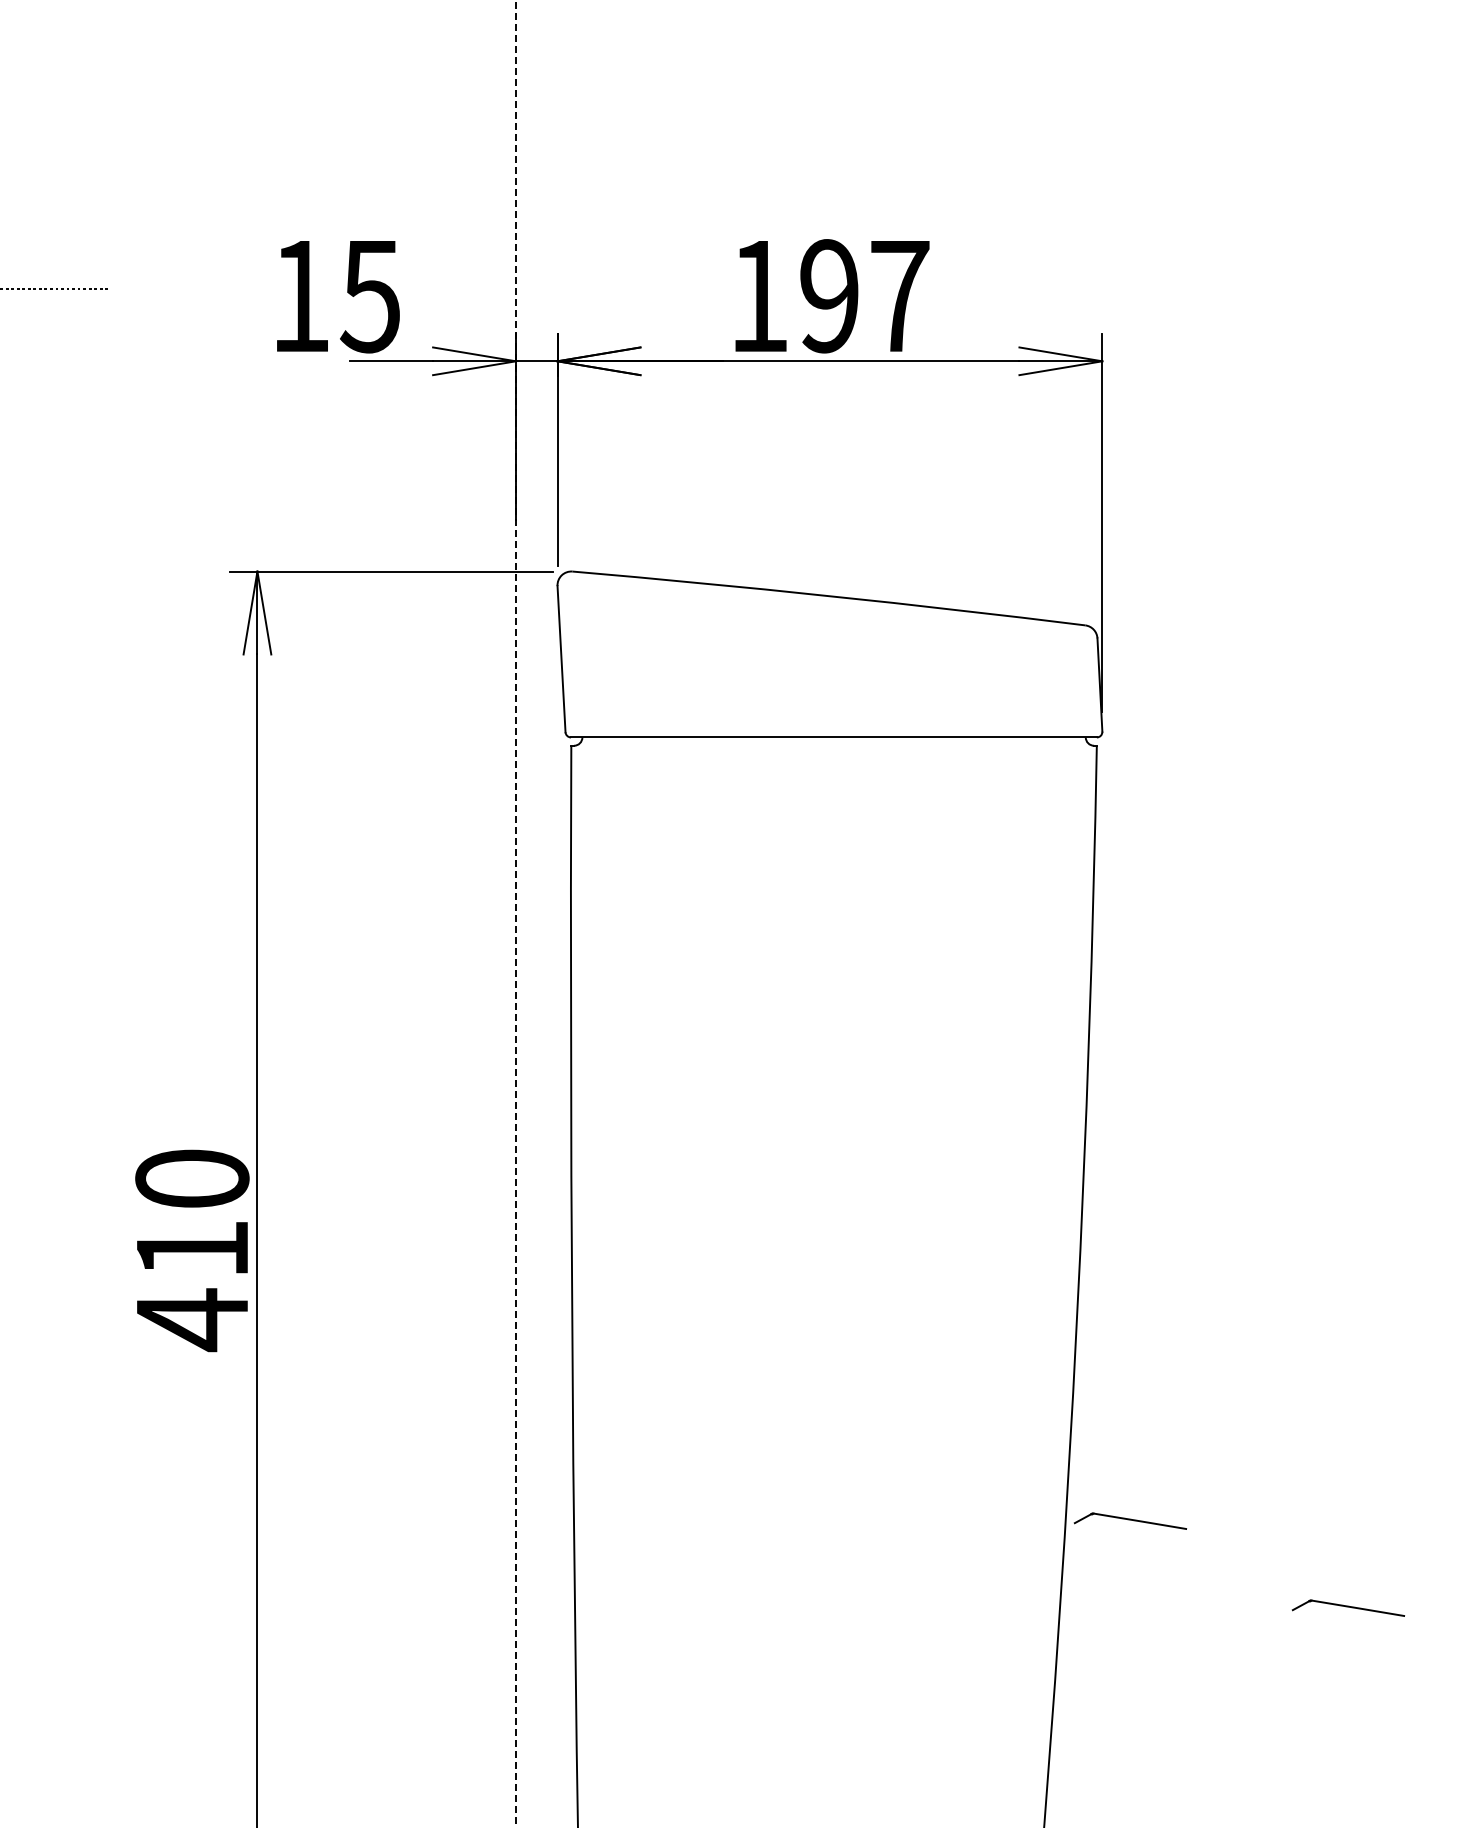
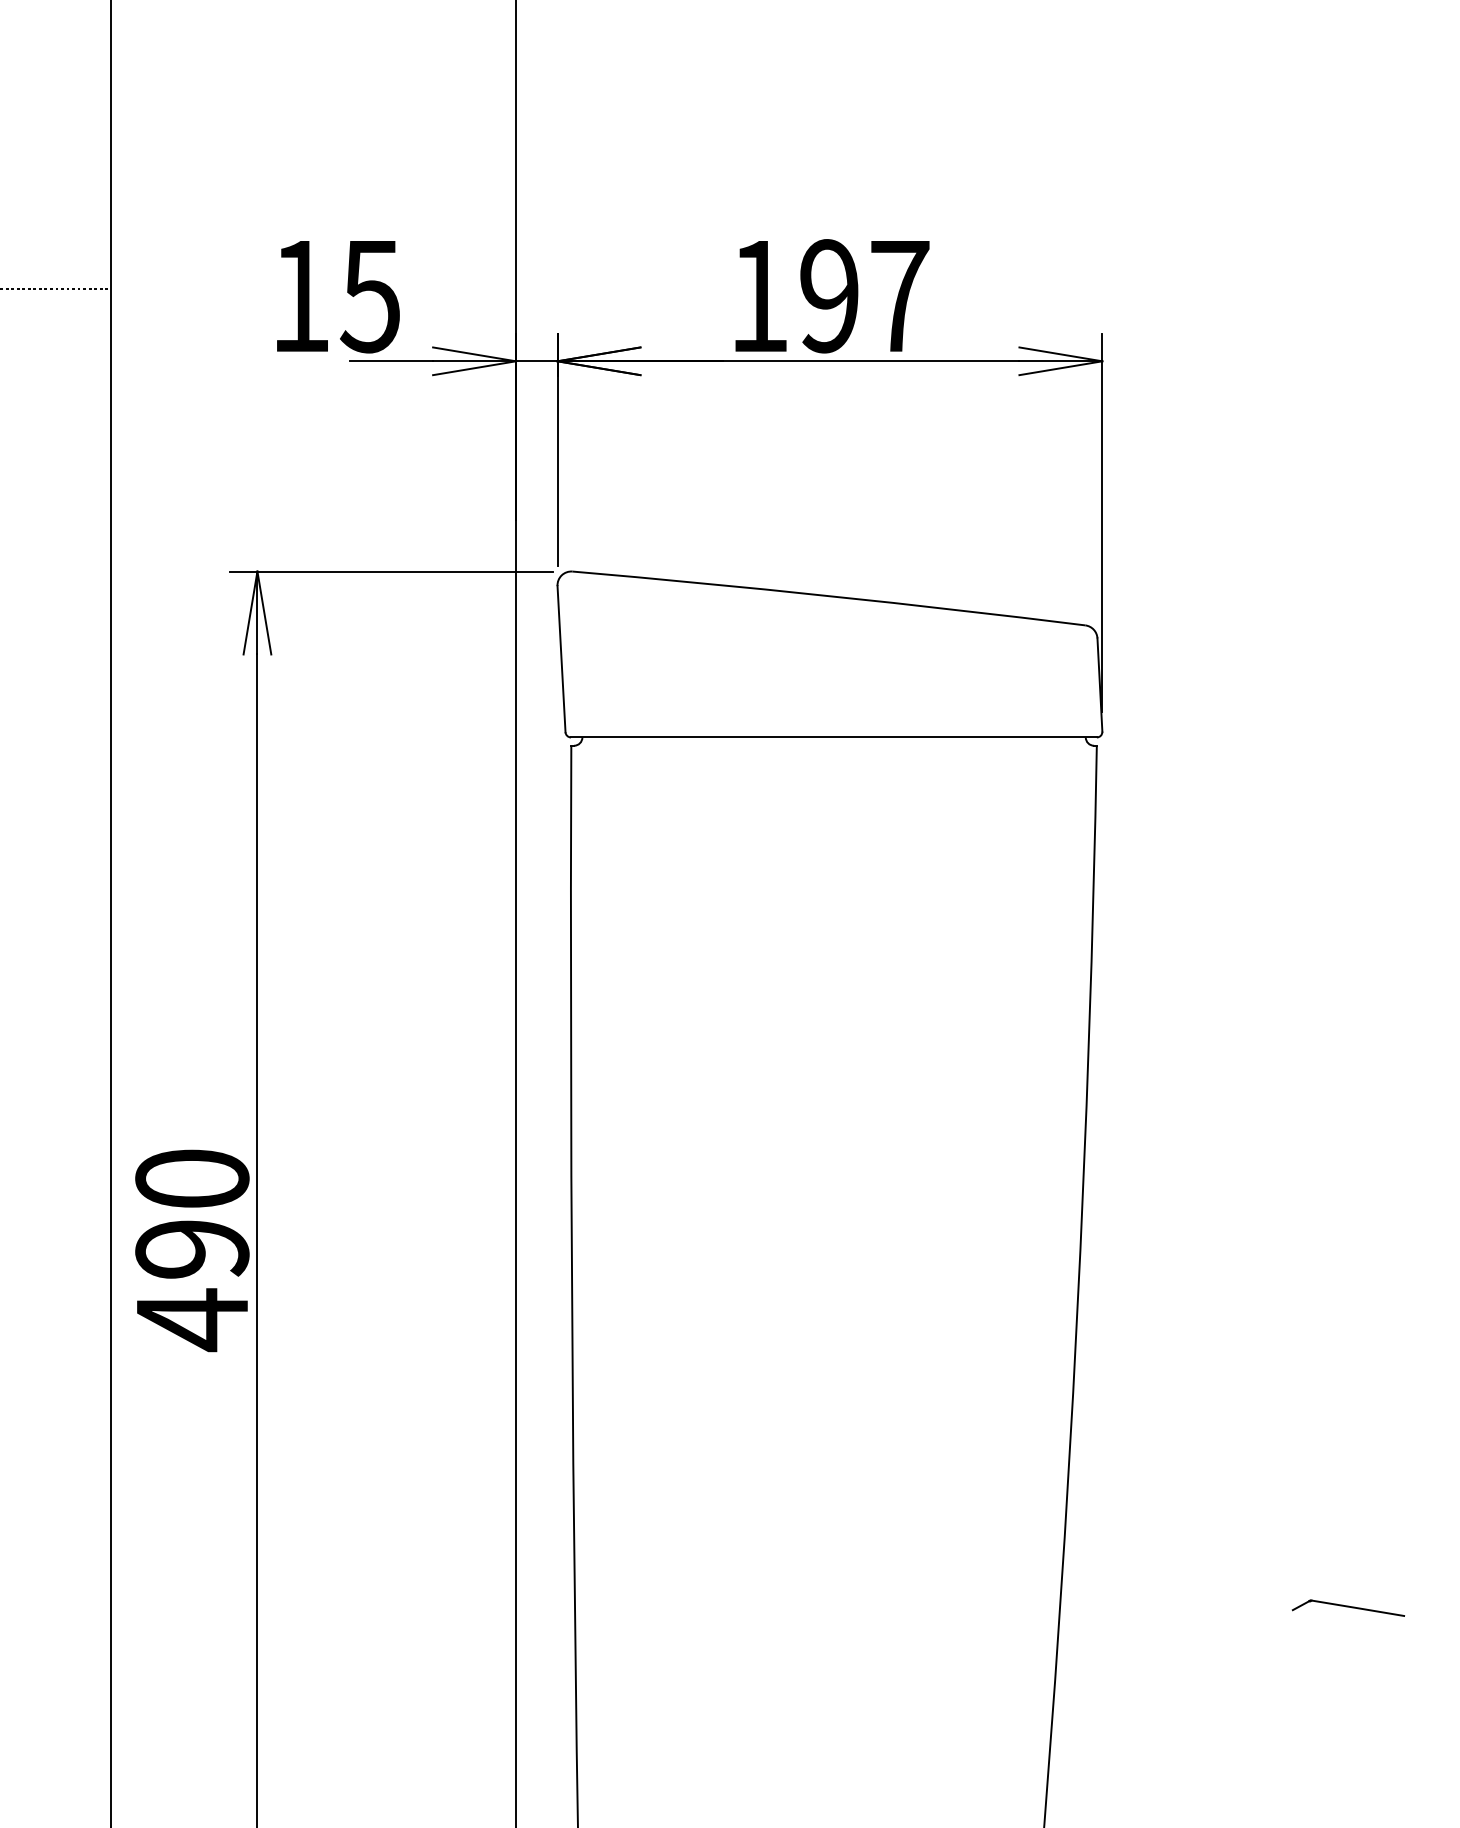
line at (110, 913): none -> present
line at (516, 914): dashed -> solid
text at (192, 1249): 410 -> 490
part at (1130, 1520): present -> none
